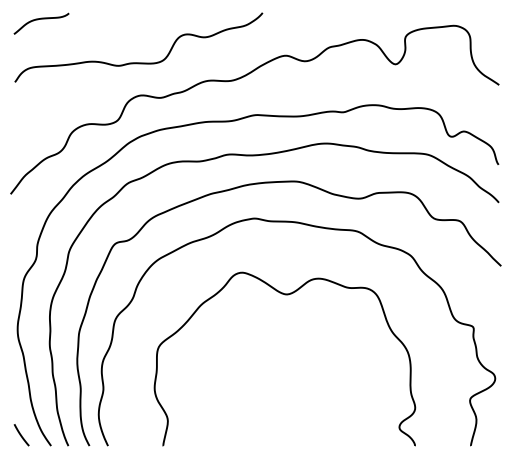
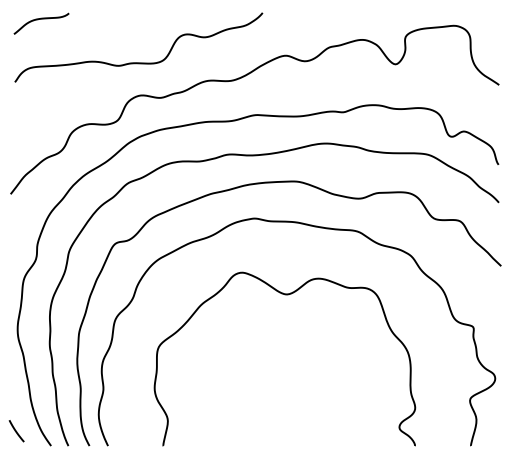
line at (21, 435) position: (21, 435) -> (16, 431)
